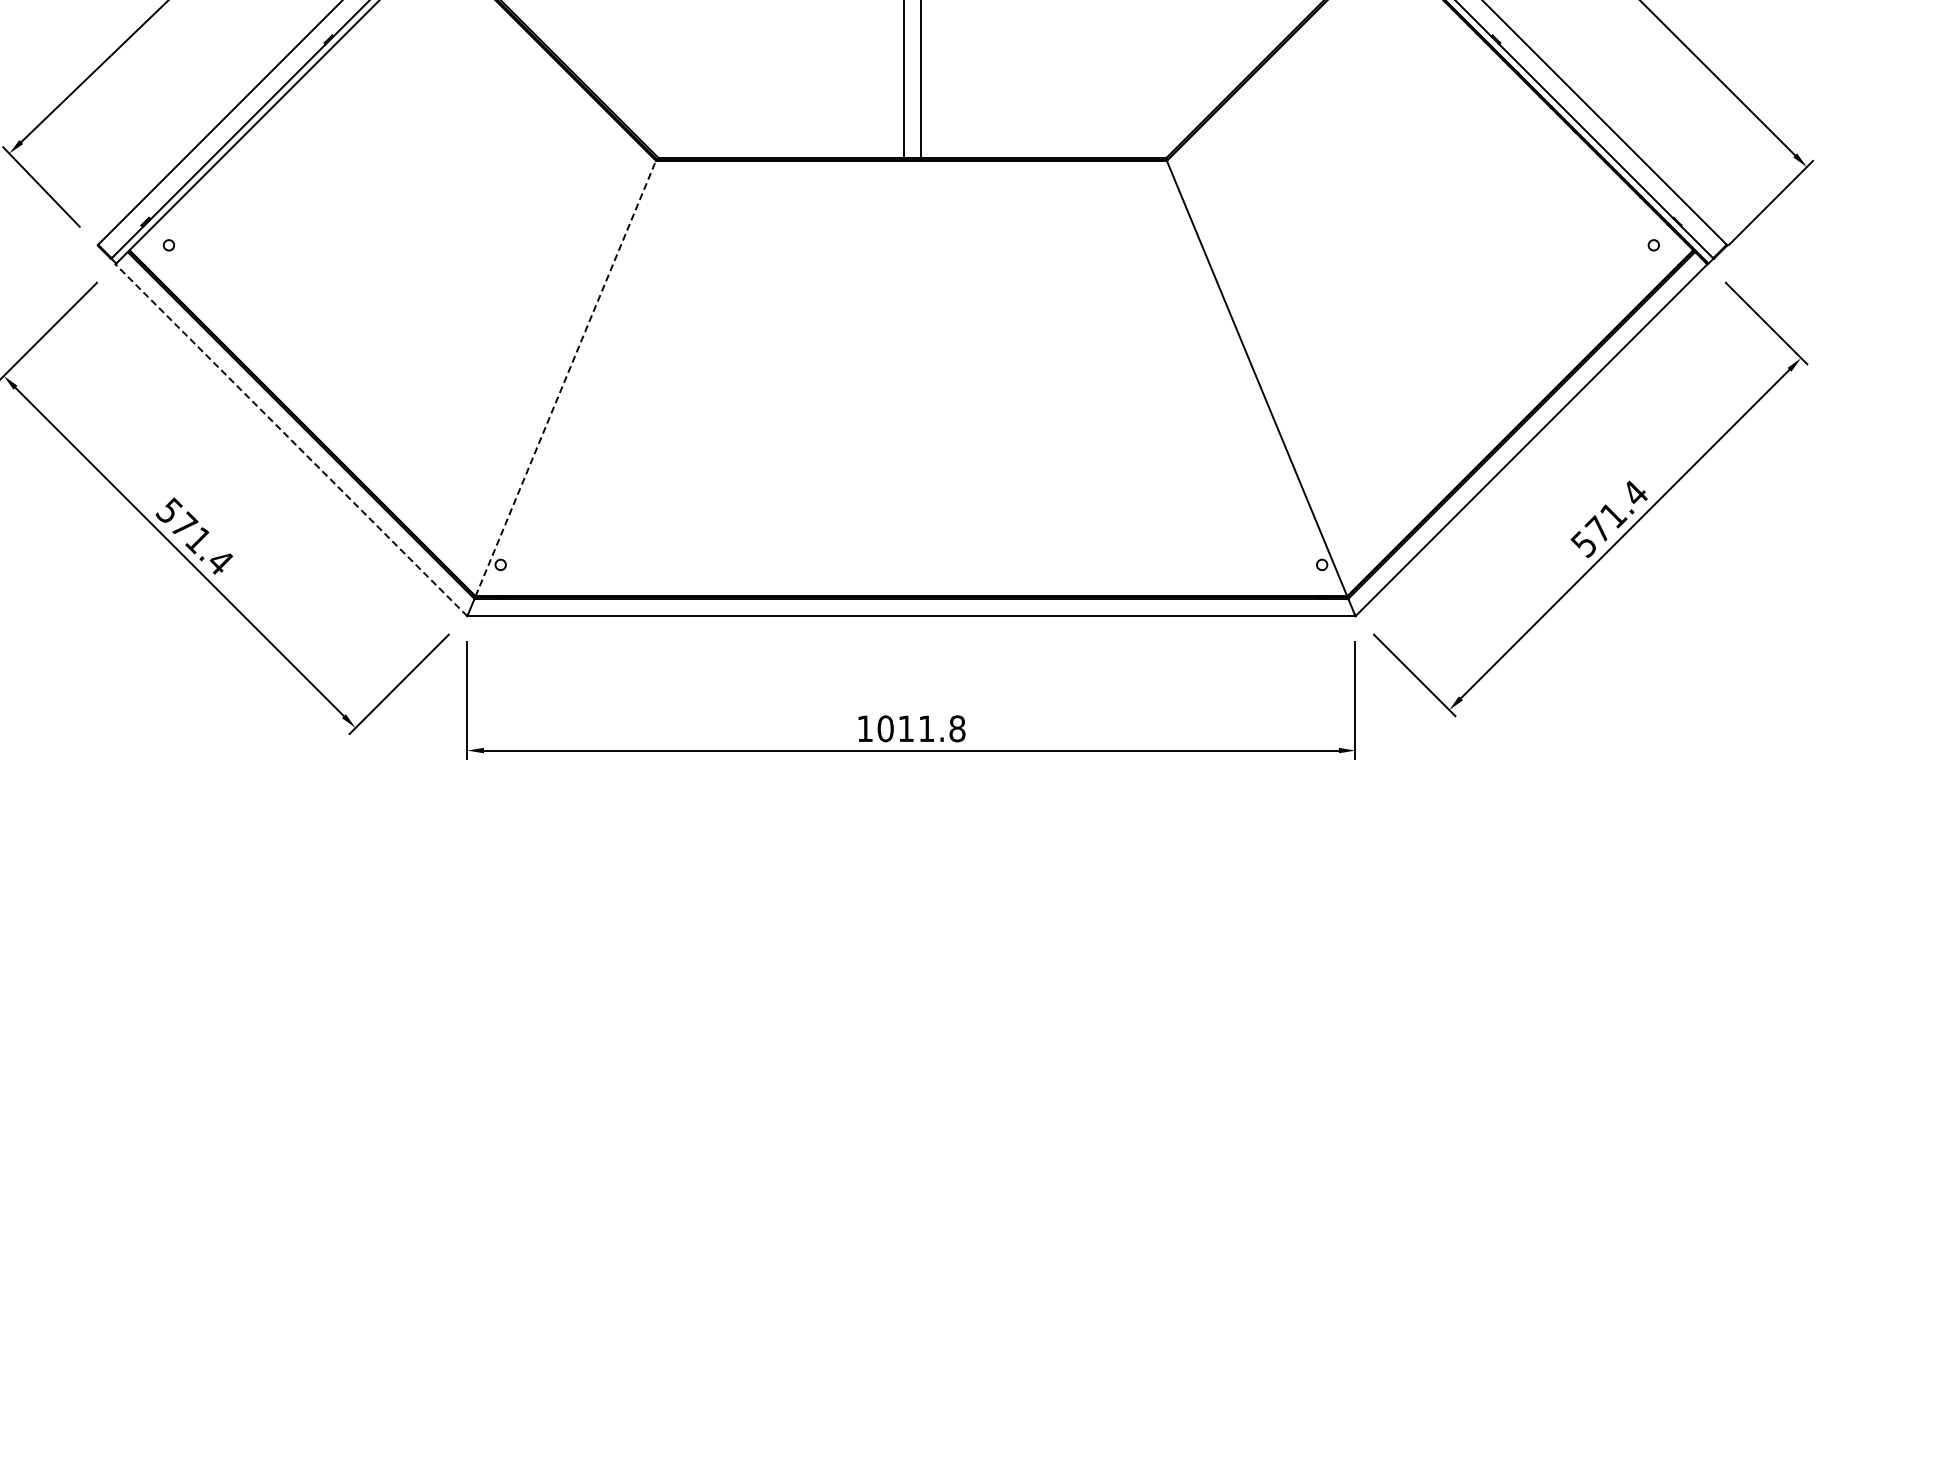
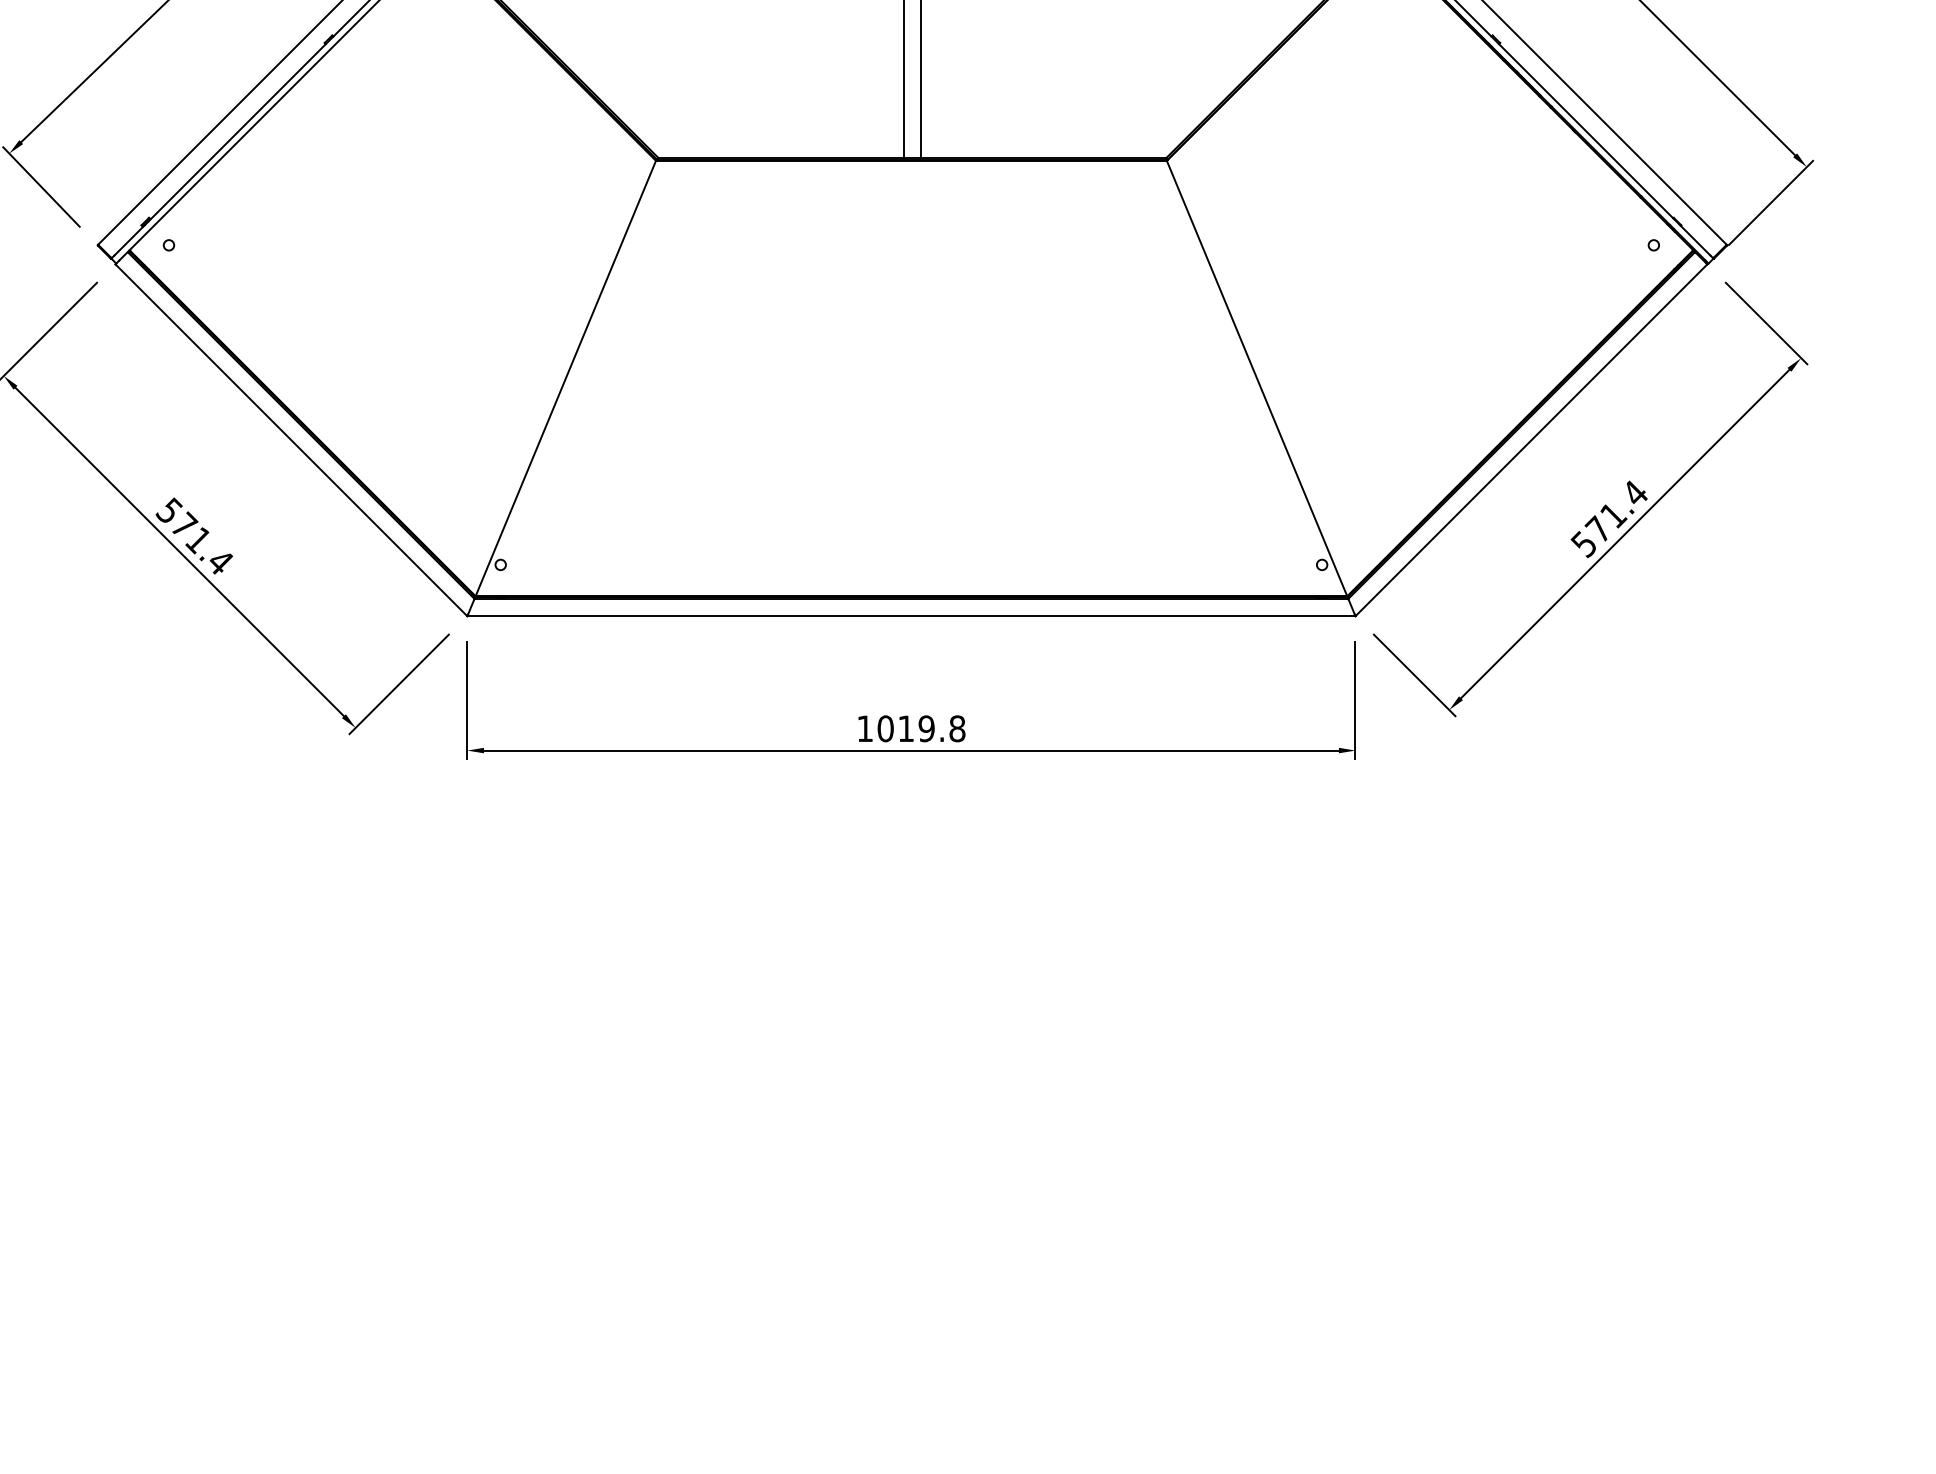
line at (565, 378): dashed -> solid
line at (291, 440): dashed -> solid
text at (926, 728): 1011.8 -> 1019.8
